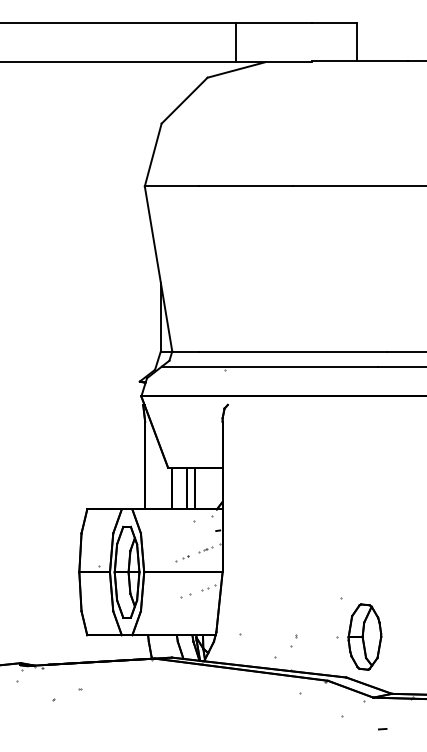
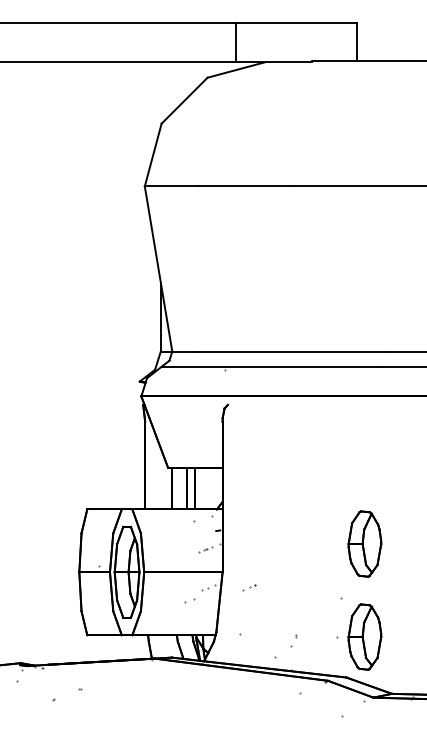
part at (364, 543): none -> present
part at (182, 558) position: (182, 558) -> (249, 587)
part at (185, 595) position: (185, 595) -> (189, 600)
line at (382, 729): present -> none
